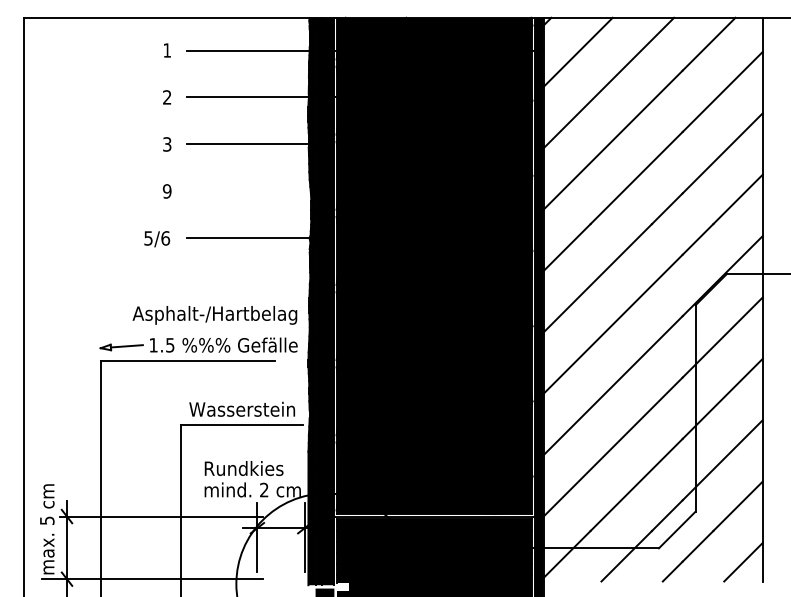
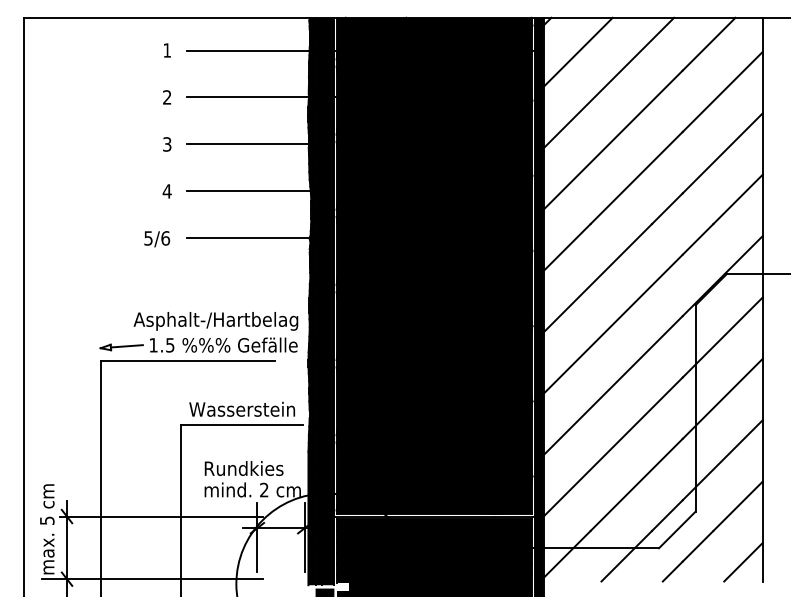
text at (166, 191): 9 -> 4
line at (250, 191): none -> present
text at (214, 315) position: (214, 315) -> (215, 321)
